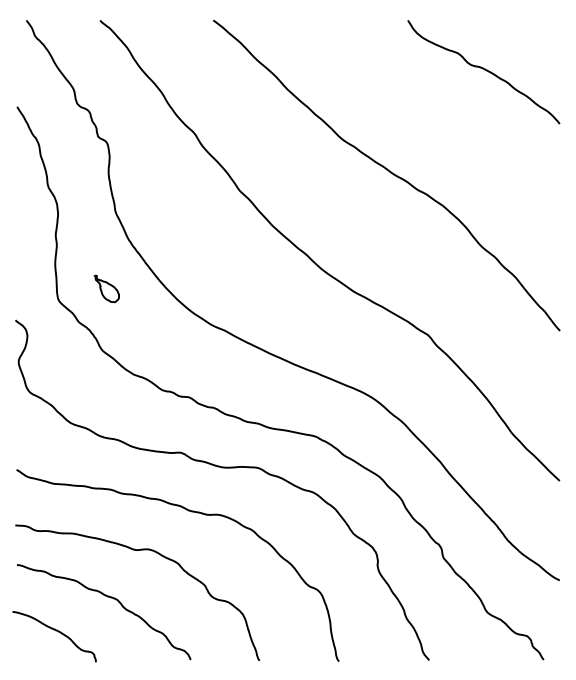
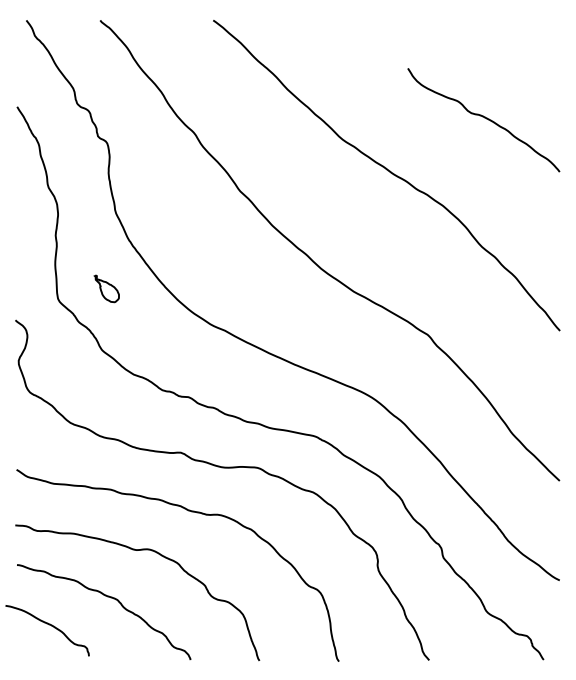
curve at (484, 70) position: (484, 70) -> (484, 118)
curve at (56, 631) position: (56, 631) -> (49, 625)
